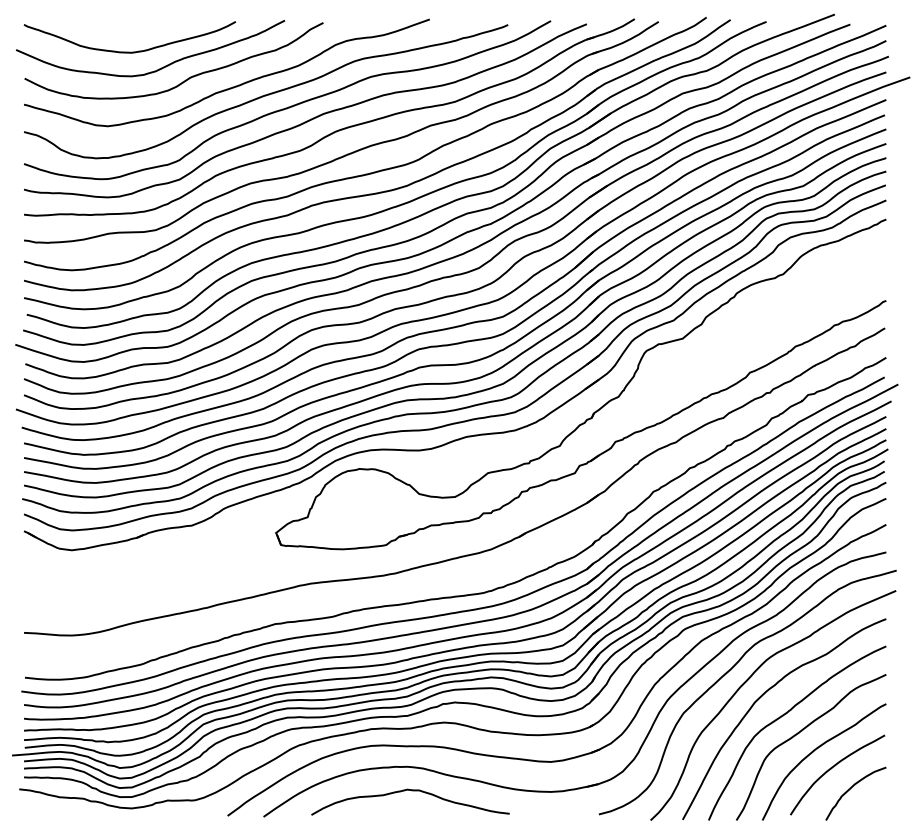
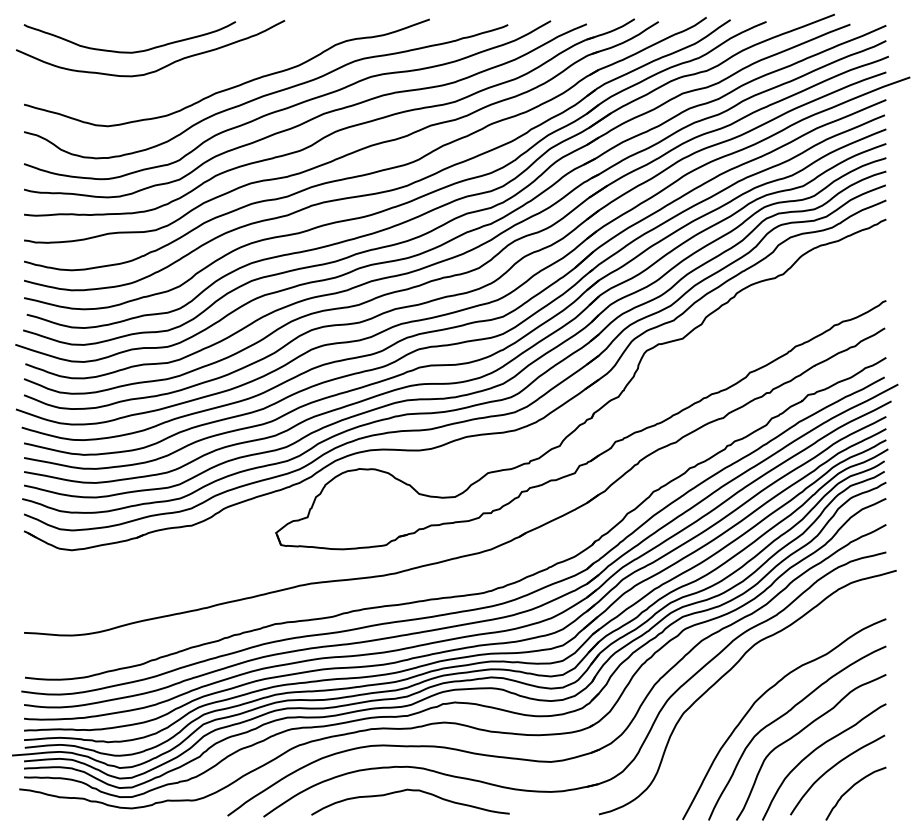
curve at (185, 79): present -> none
curve at (748, 680): present -> none
